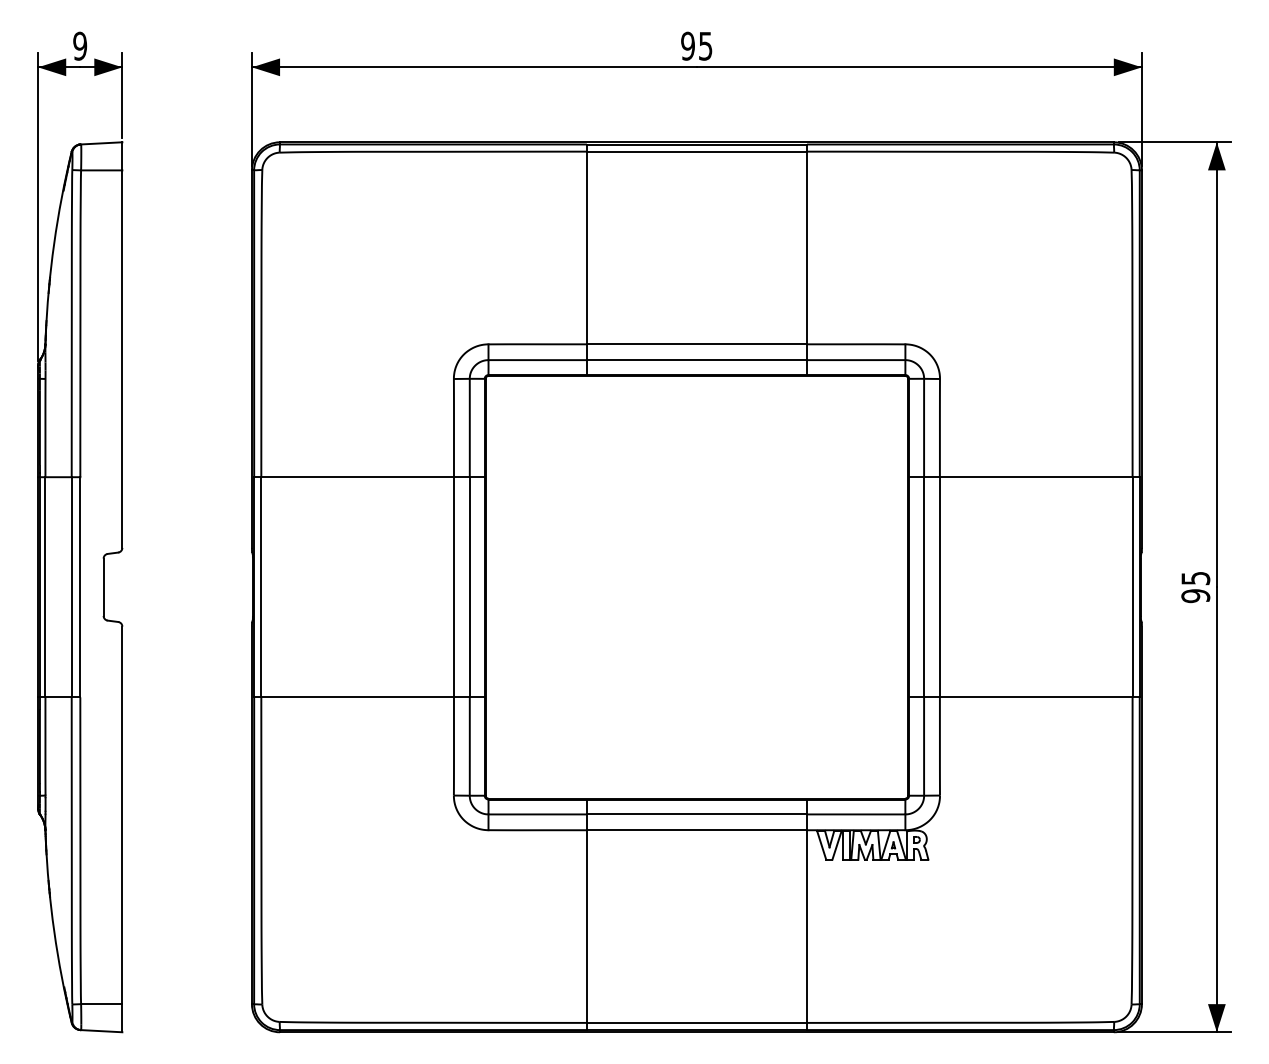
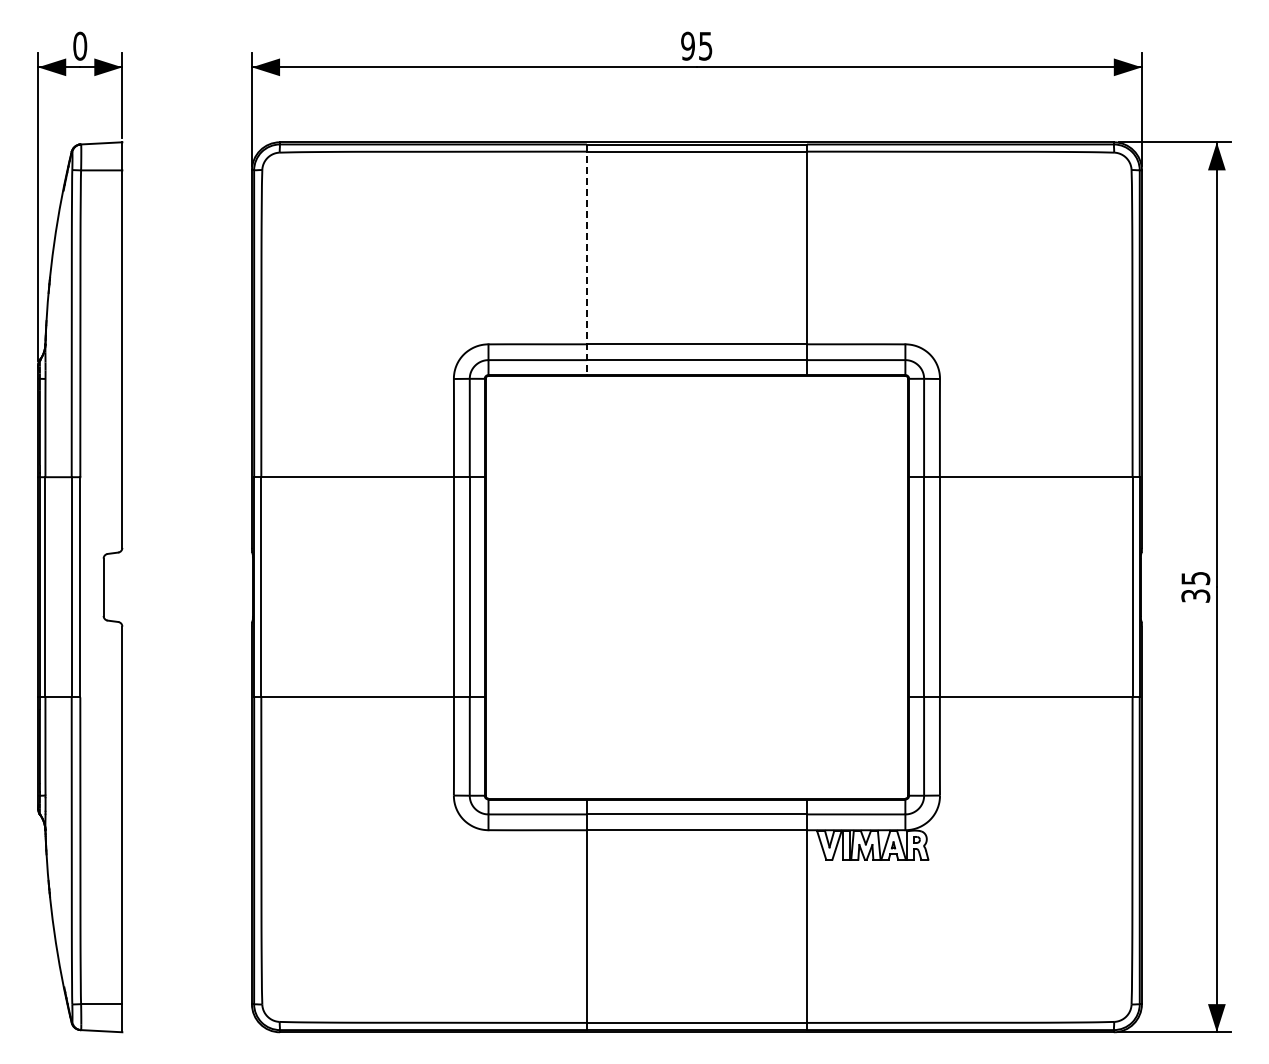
text at (80, 46): 9 -> 0
line at (586, 260): solid -> dashed
text at (1195, 596): 95 -> 35
